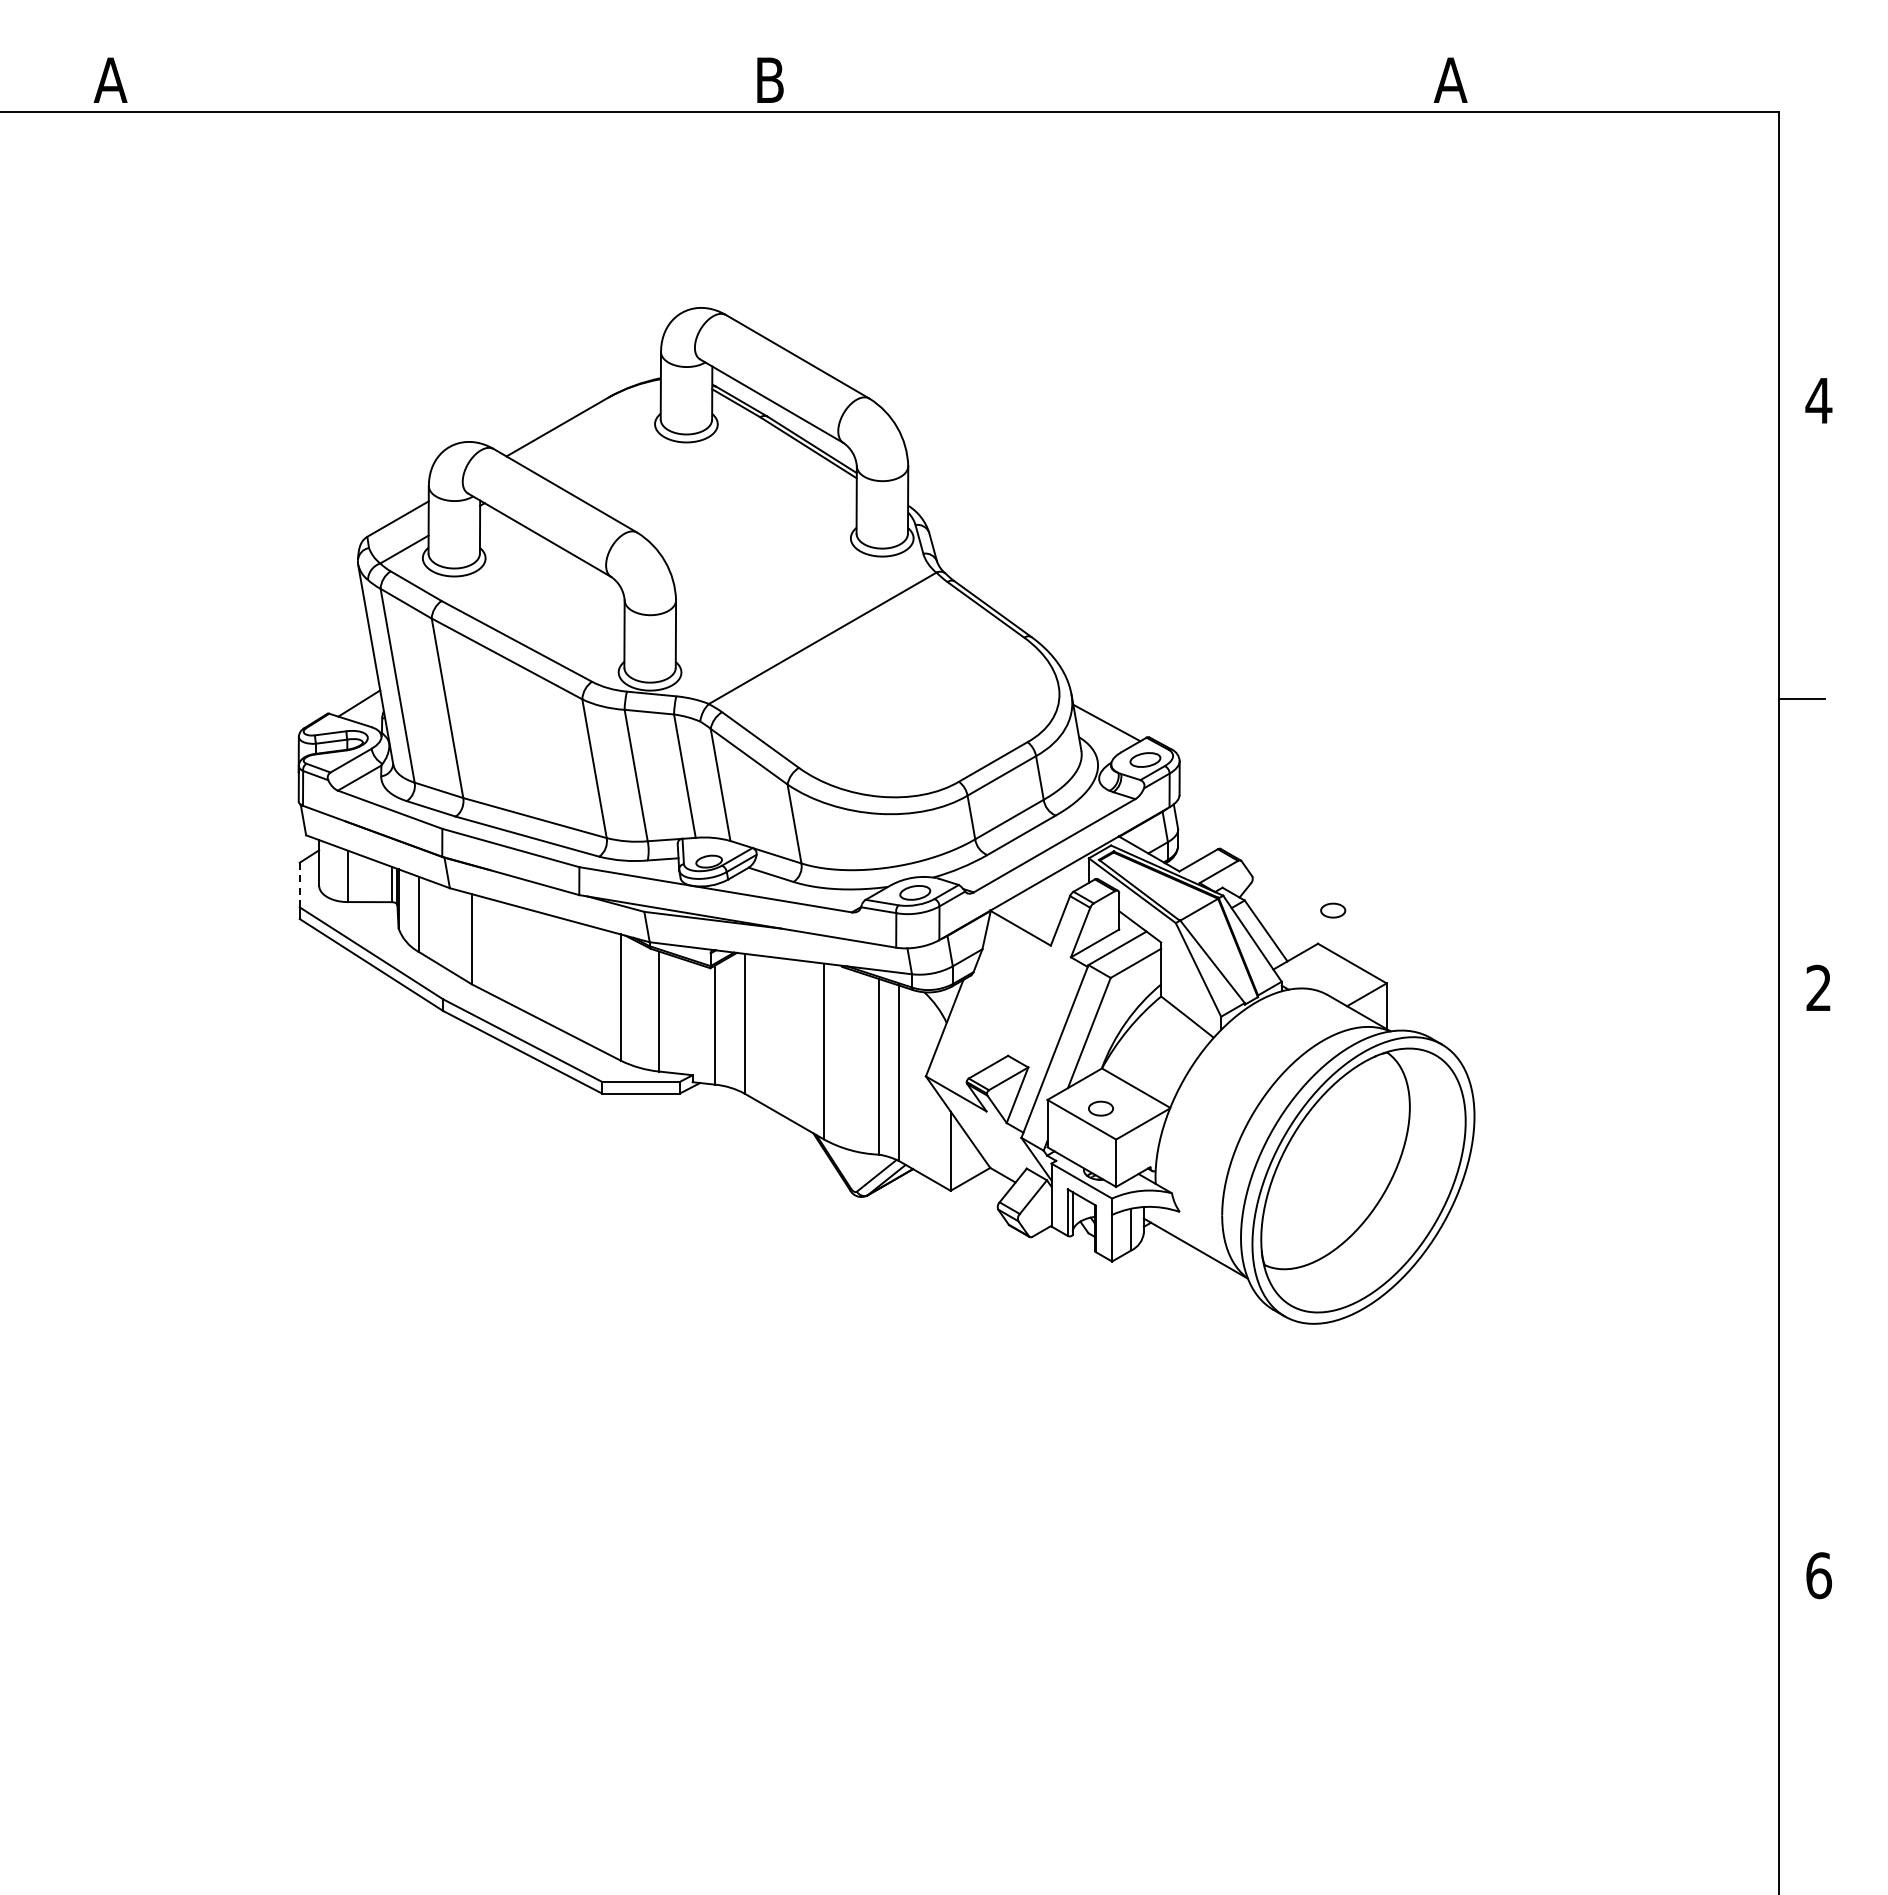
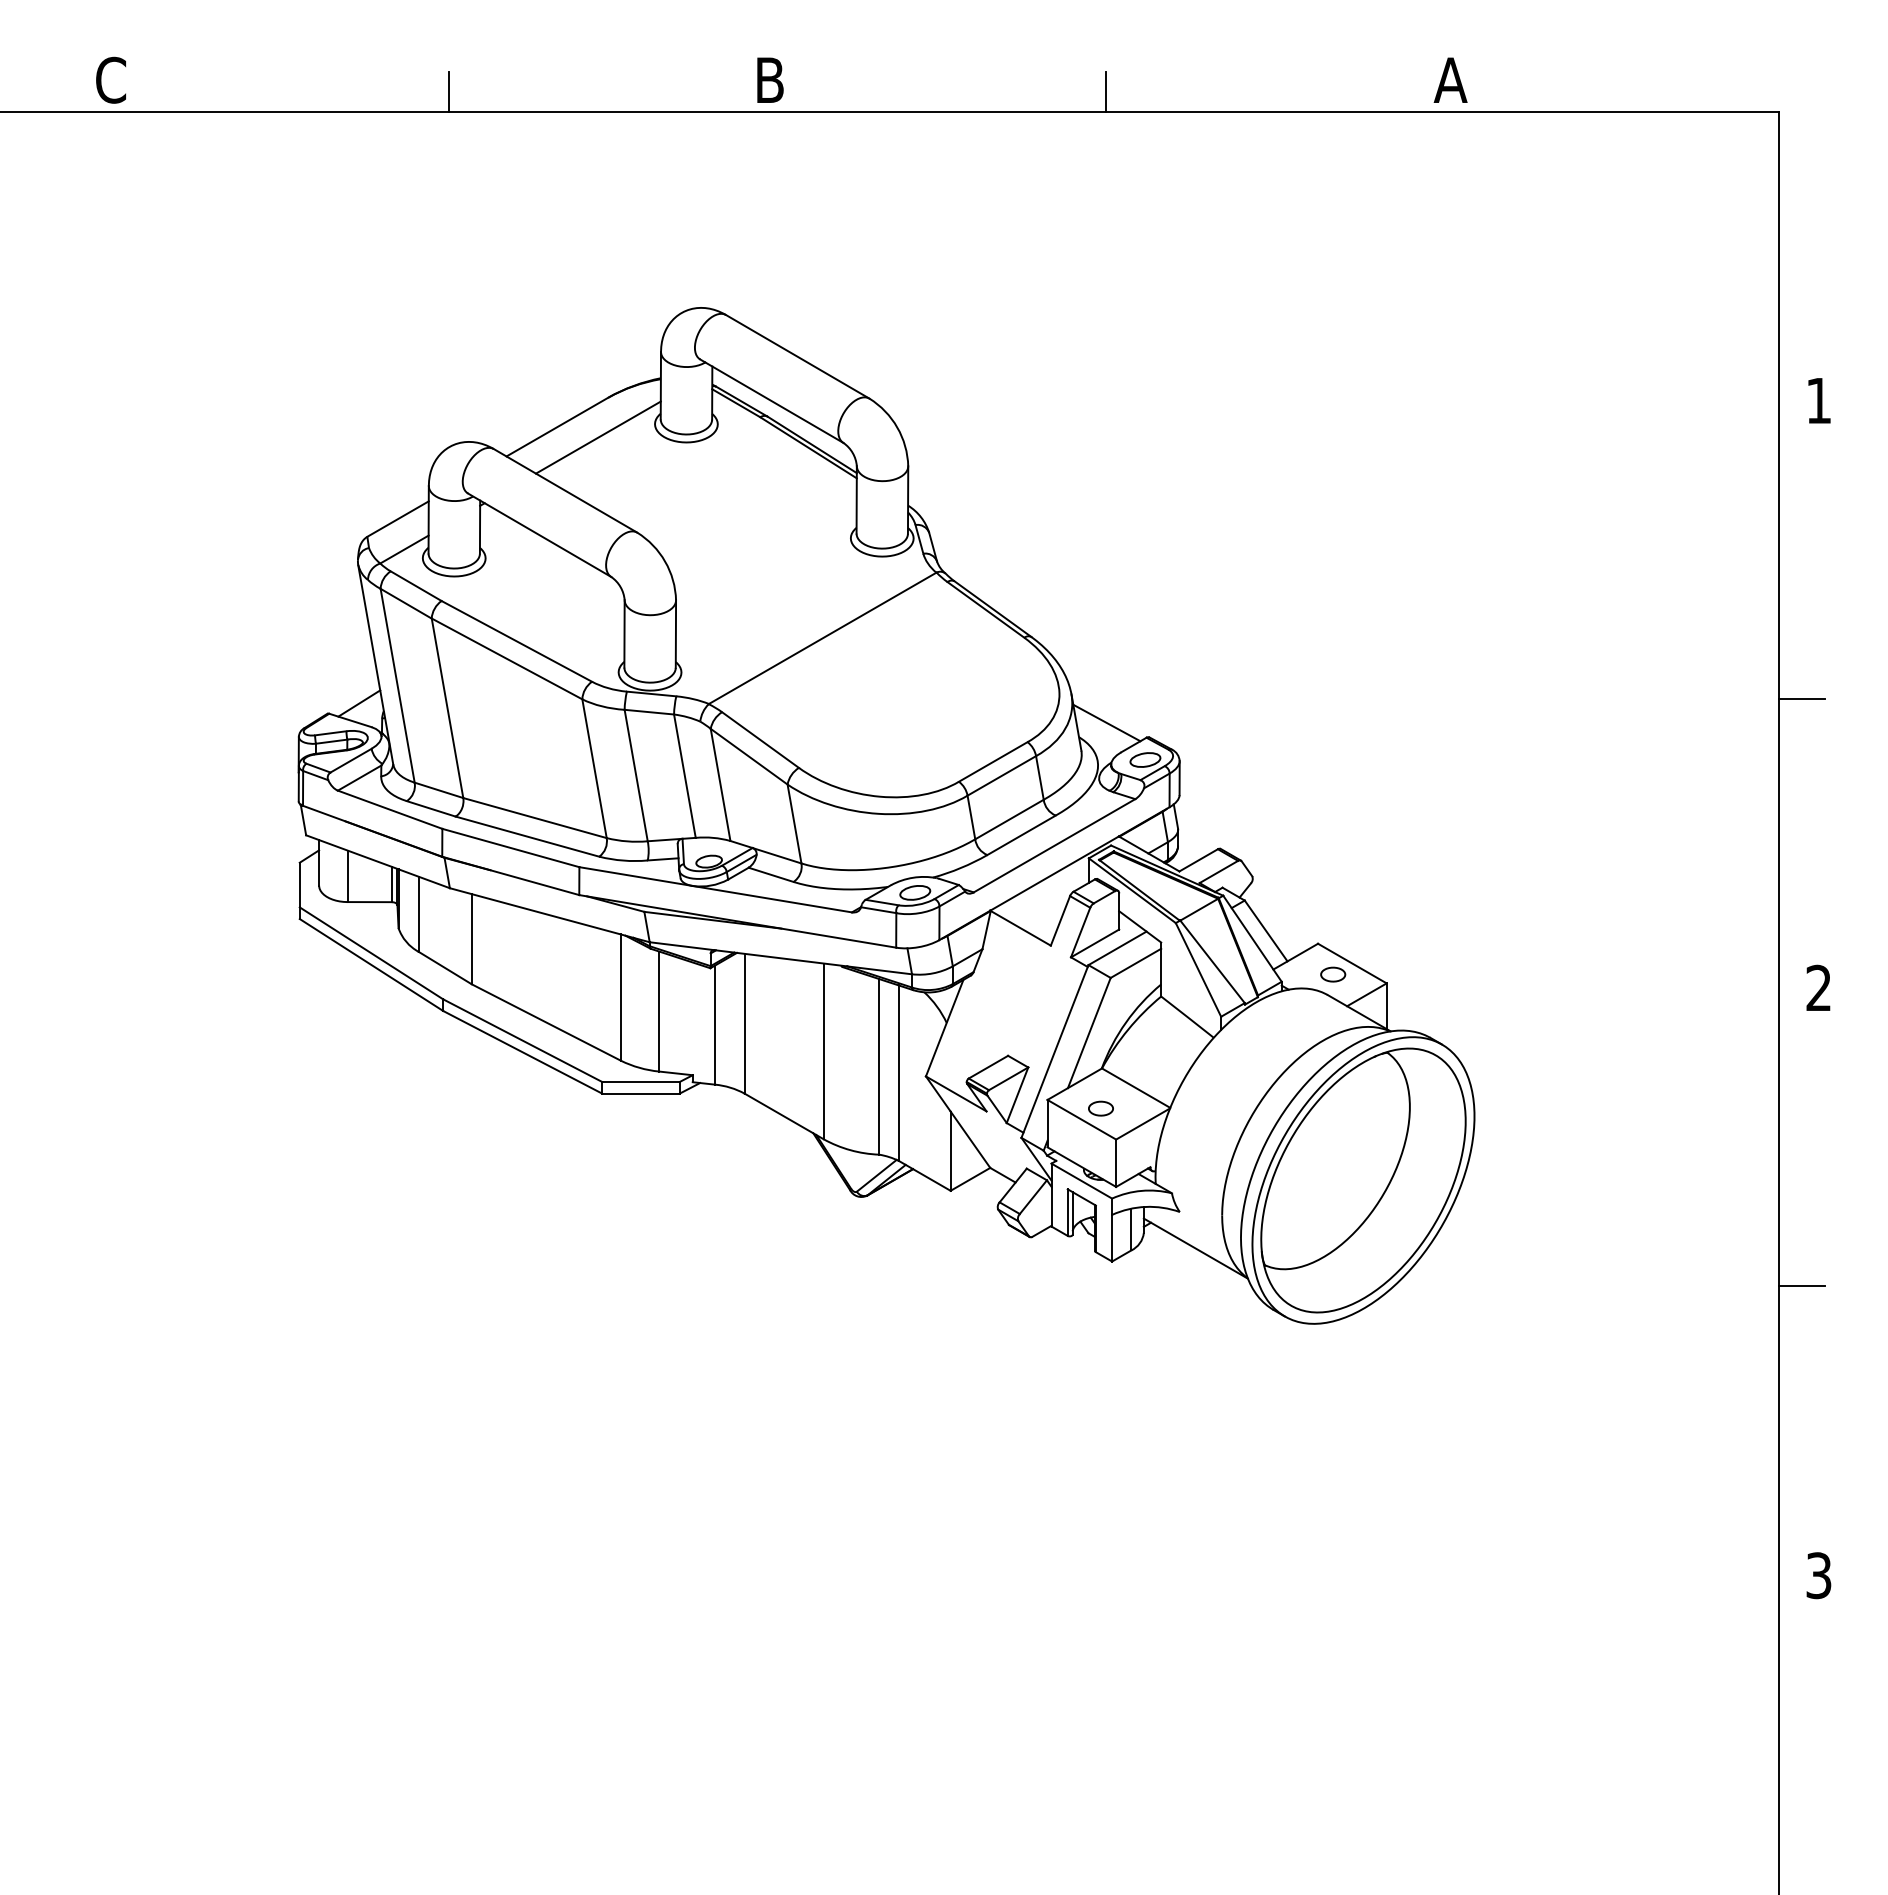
text at (110, 79): A -> C
line at (448, 91): none -> present
line at (1105, 91): none -> present
text at (1818, 400): 4 -> 1
line at (598, 437): none -> present
line at (299, 884): dashed -> solid
part at (1333, 910) position: (1333, 910) -> (1333, 974)
line at (1801, 1286): none -> present
text at (1819, 1575): 6 -> 3
